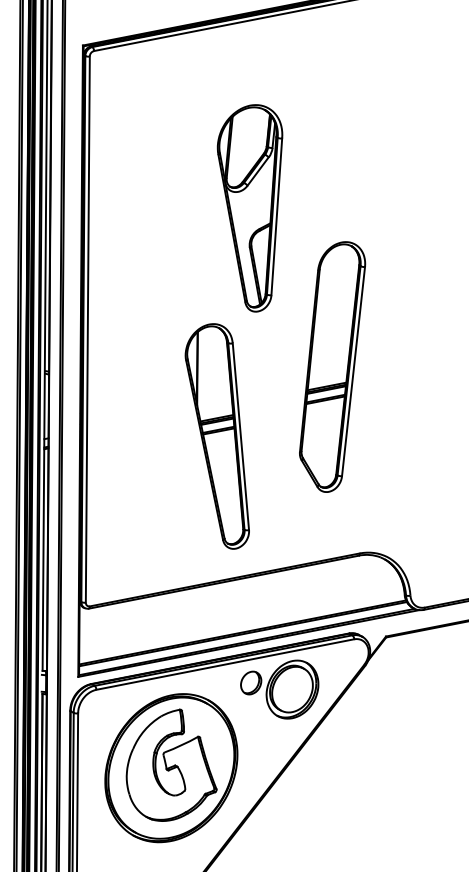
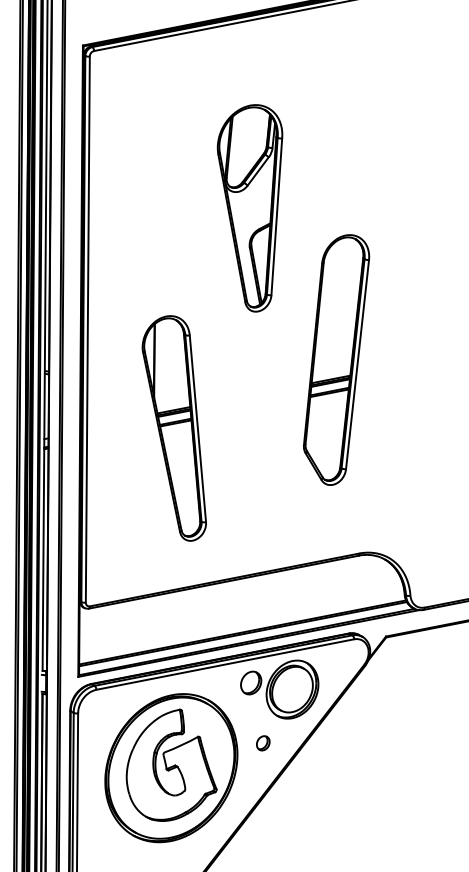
part at (332, 366) position: (332, 366) -> (336, 359)
part at (216, 436) position: (216, 436) -> (173, 428)
part at (263, 743): none -> present
